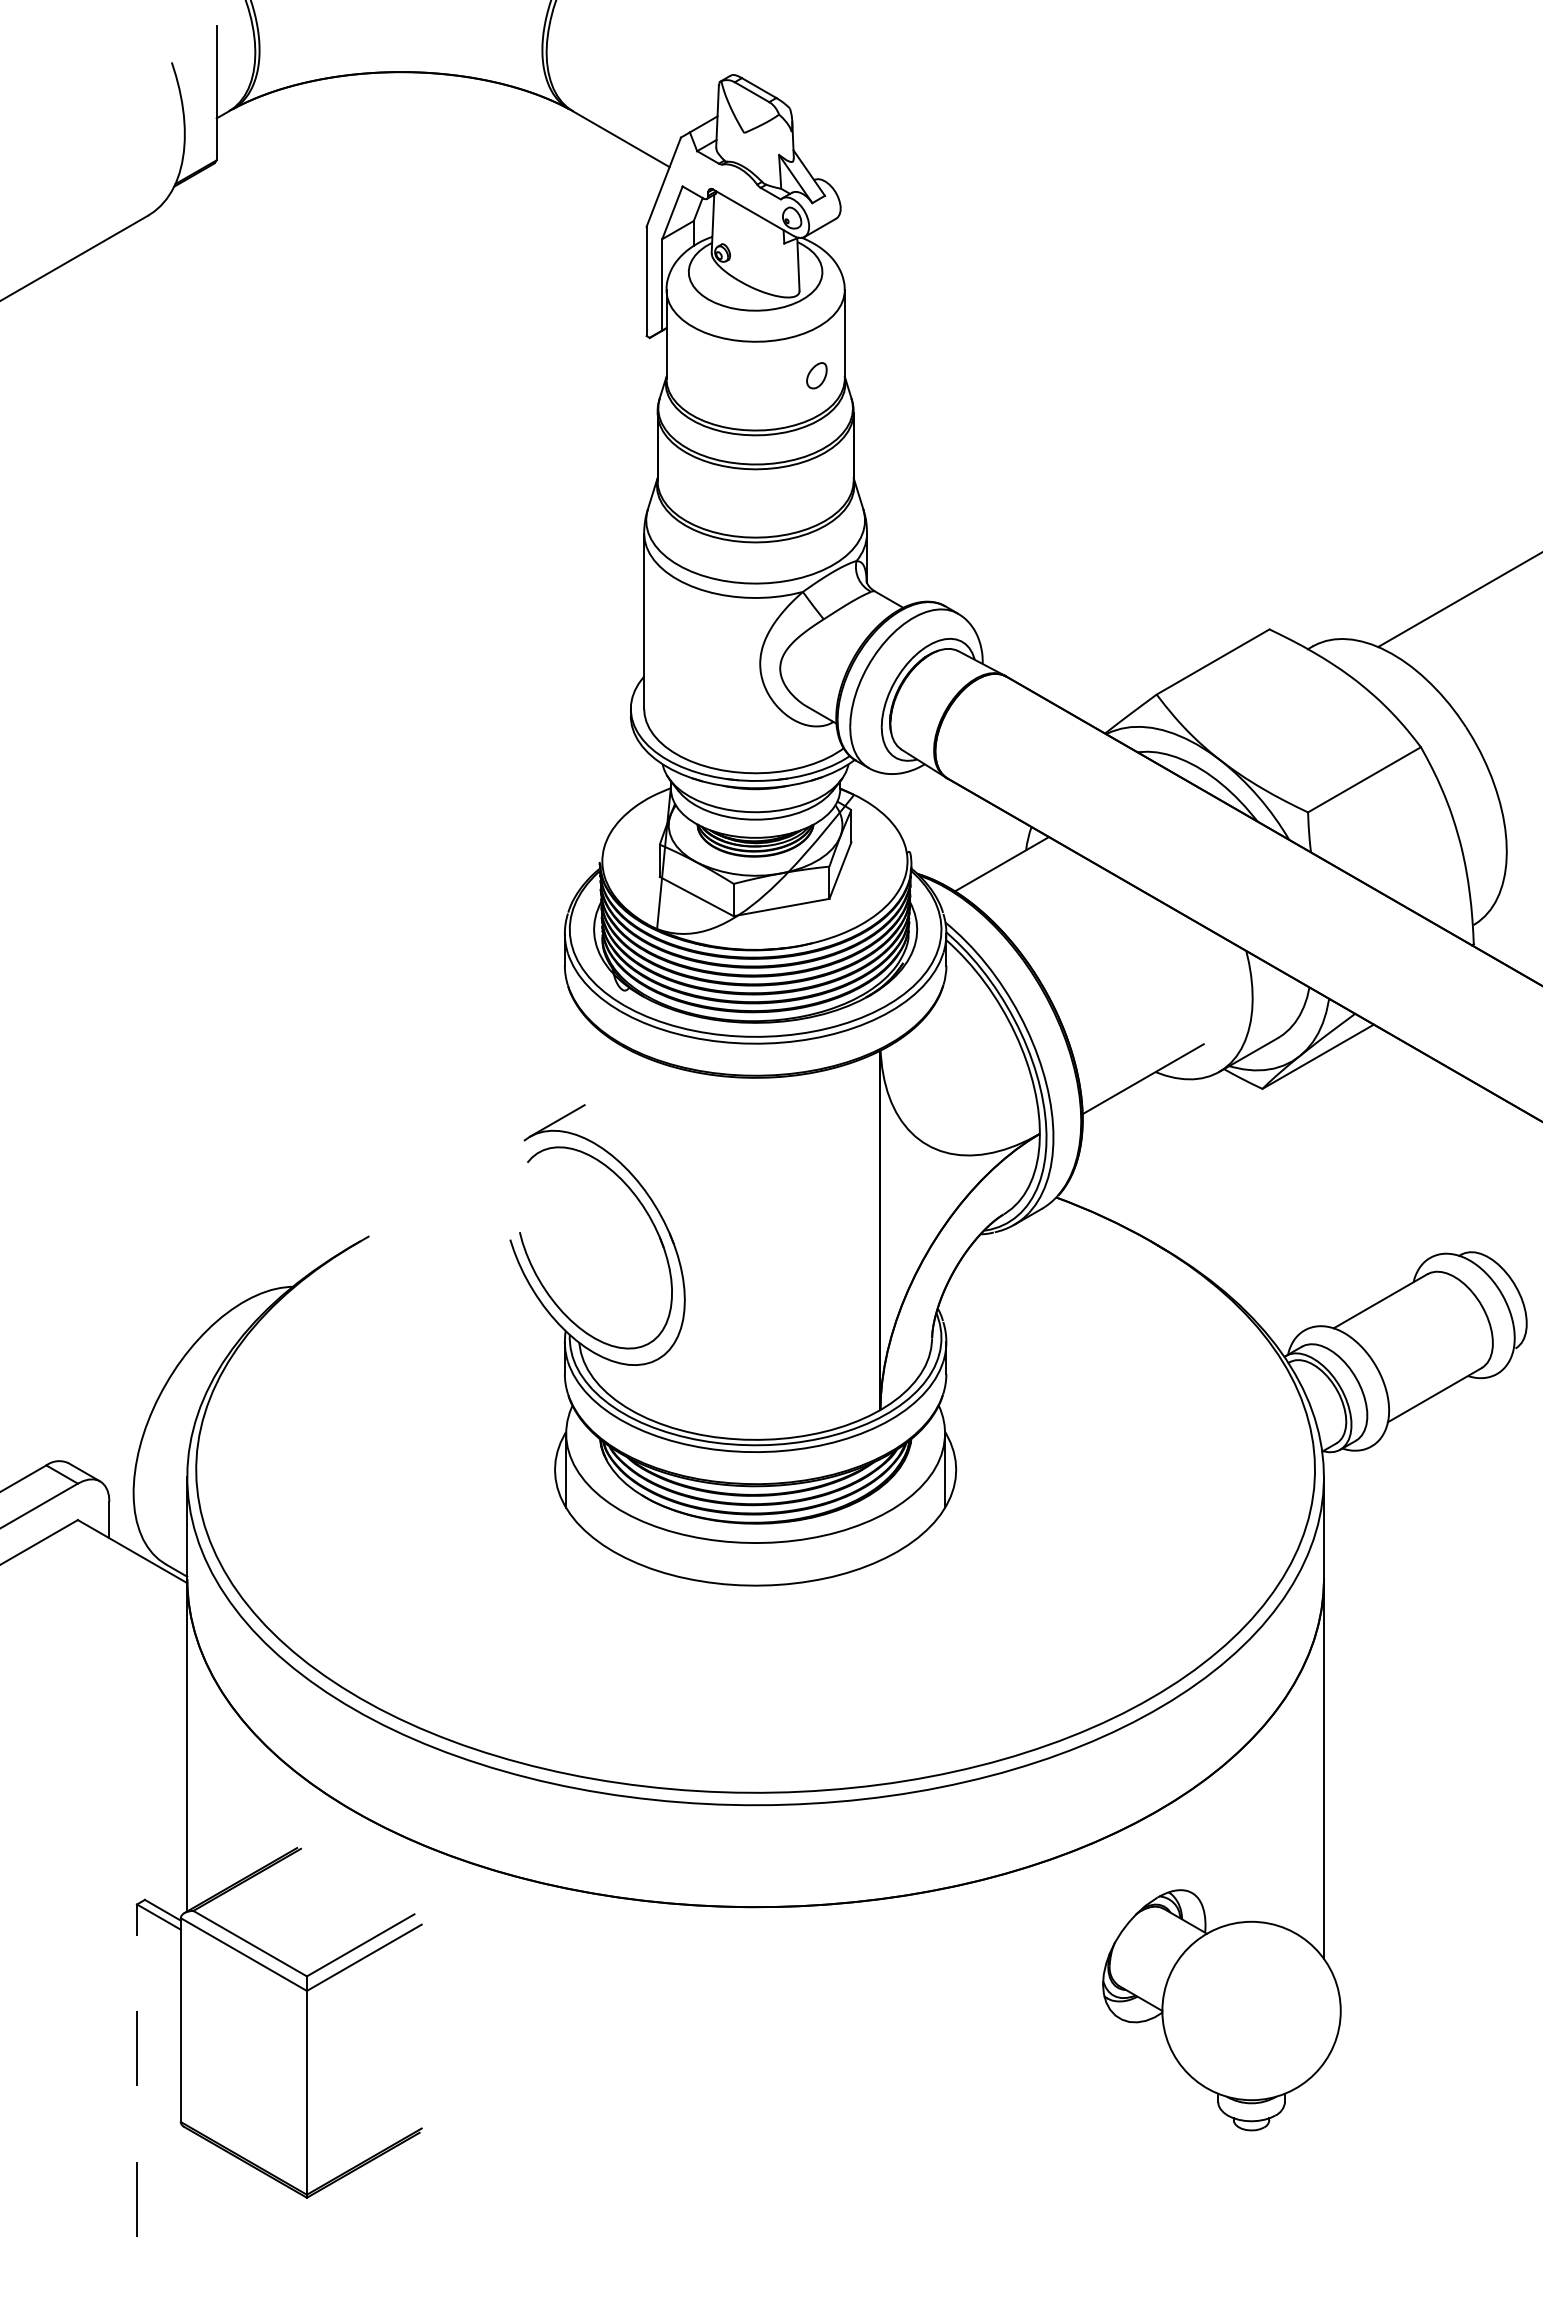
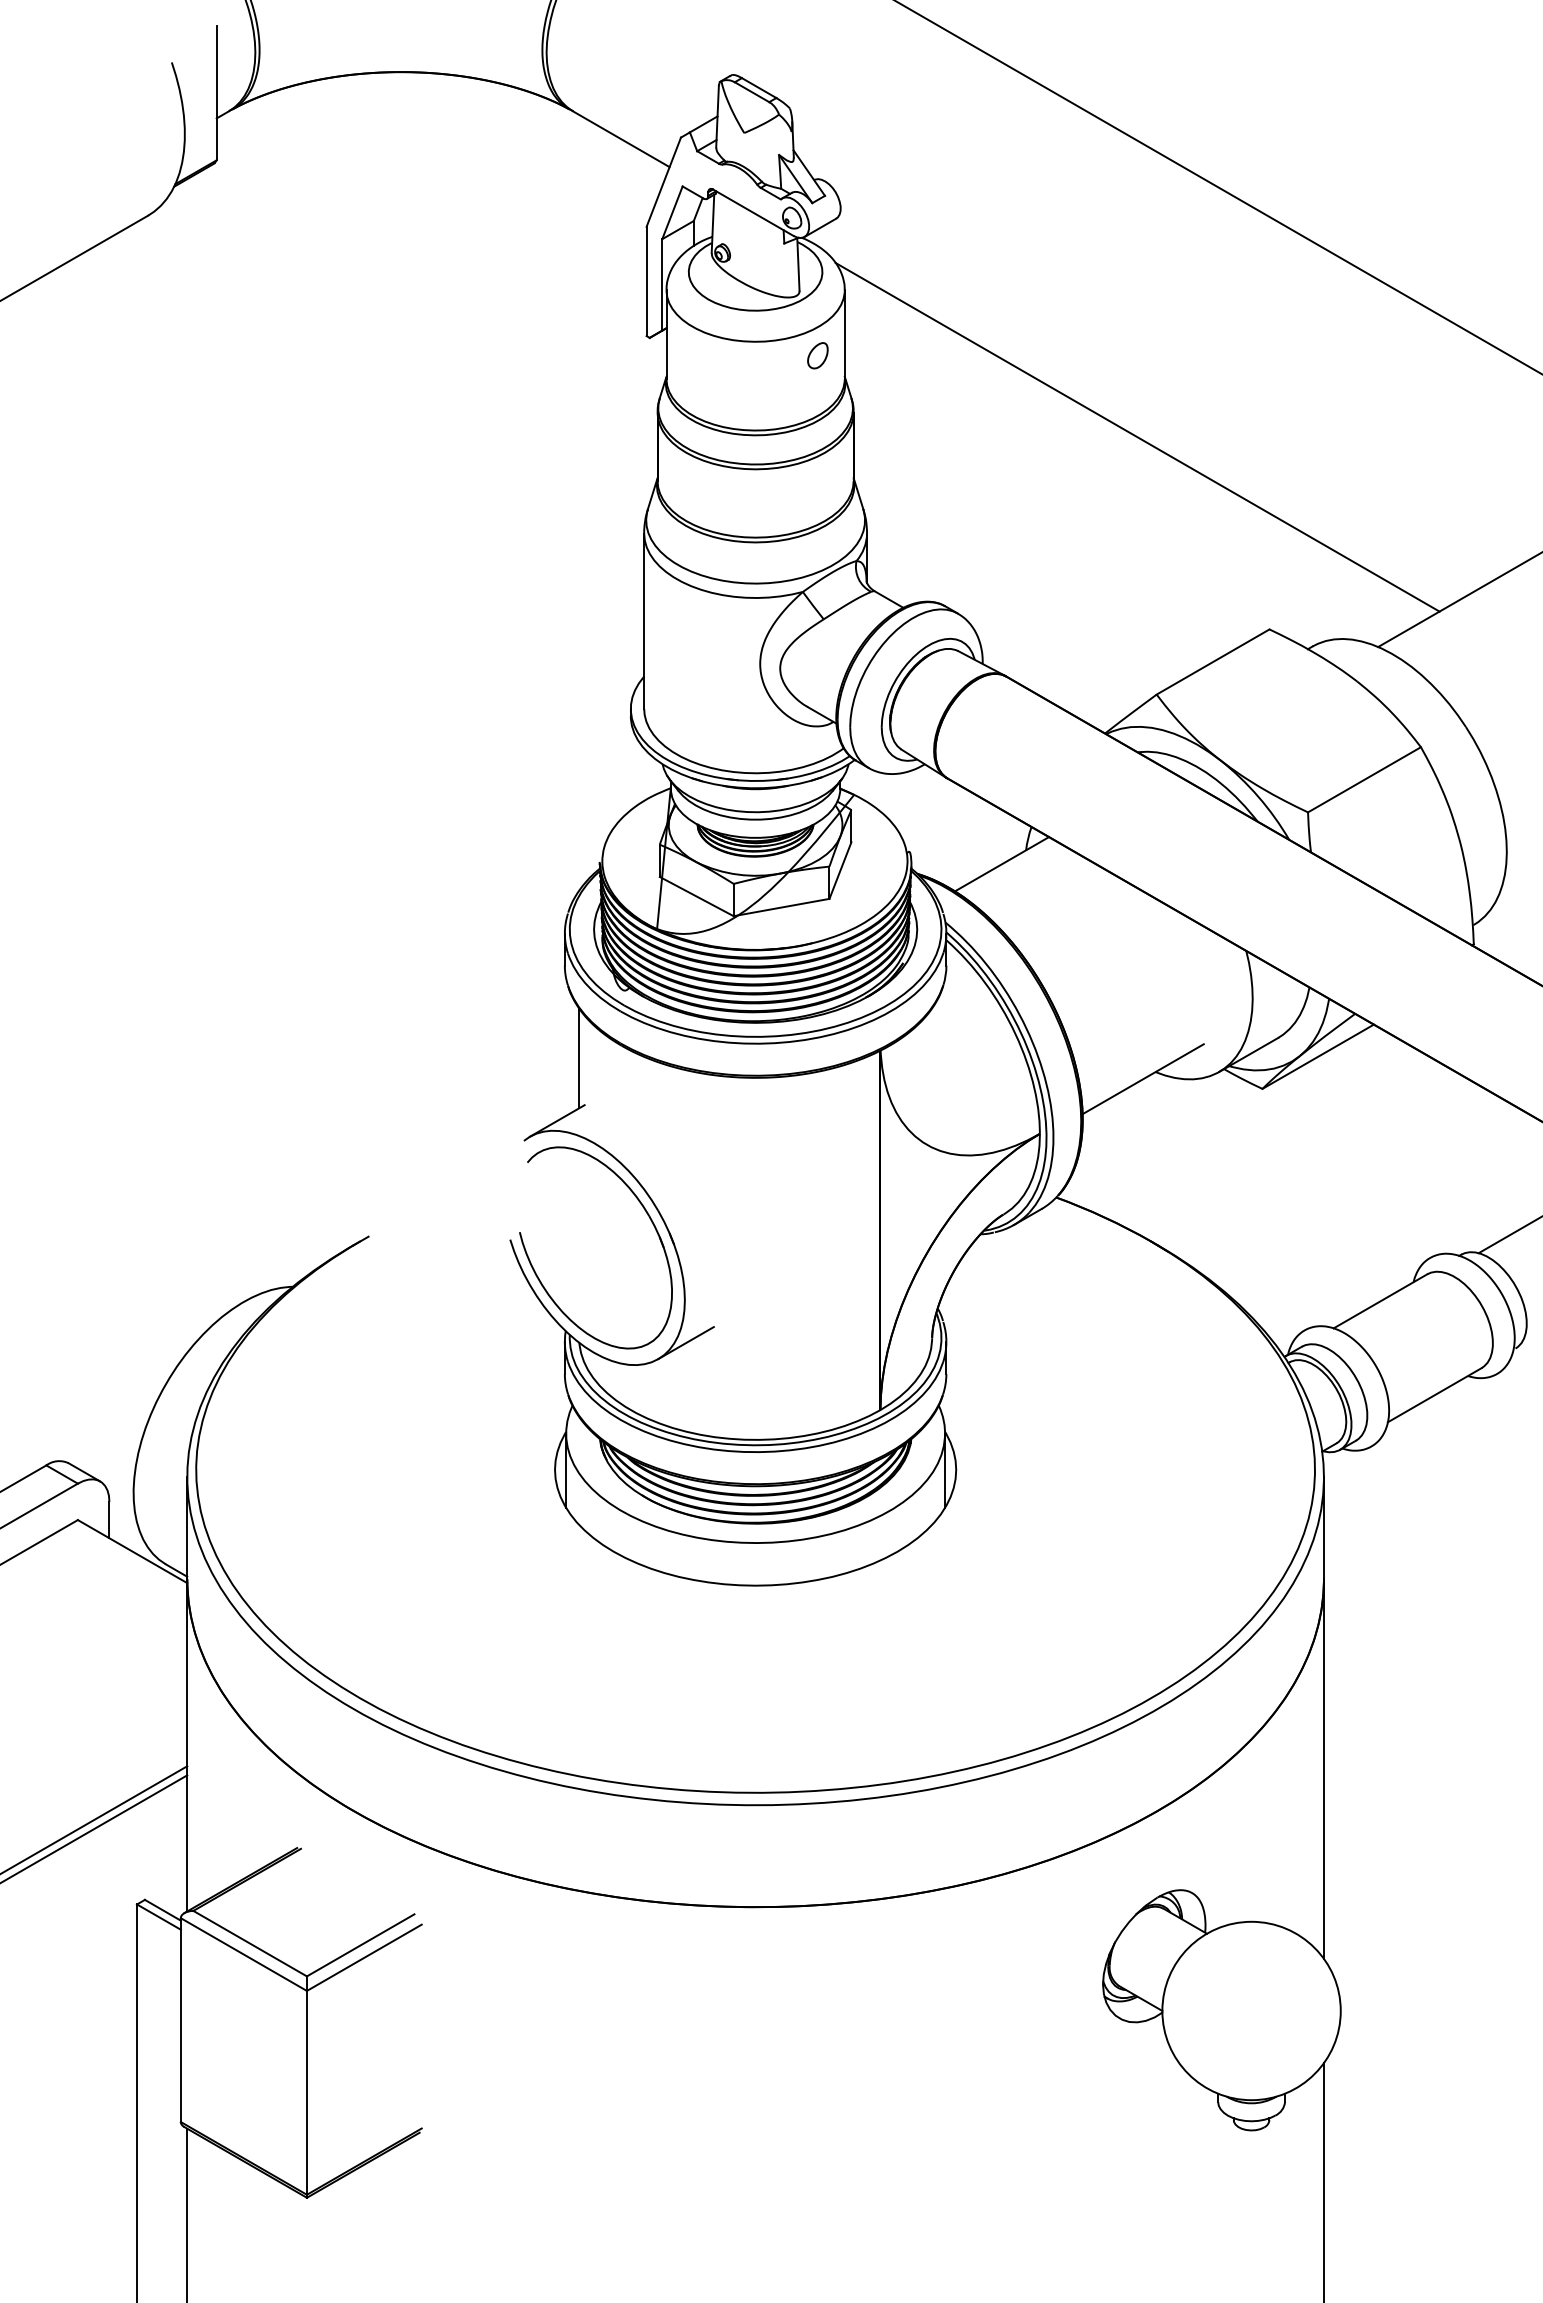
line at (1218, 187): none -> present
part at (816, 375) position: (816, 375) -> (817, 355)
line at (1137, 436): none -> present
line at (579, 1058): none -> present
line at (1508, 1235): none -> present
line at (685, 1343): none -> present
line at (94, 1819): none -> present
line at (94, 1828): none -> present
line at (137, 2103): dashed -> solid
line at (1324, 2181): none -> present
line at (187, 2213): none -> present
